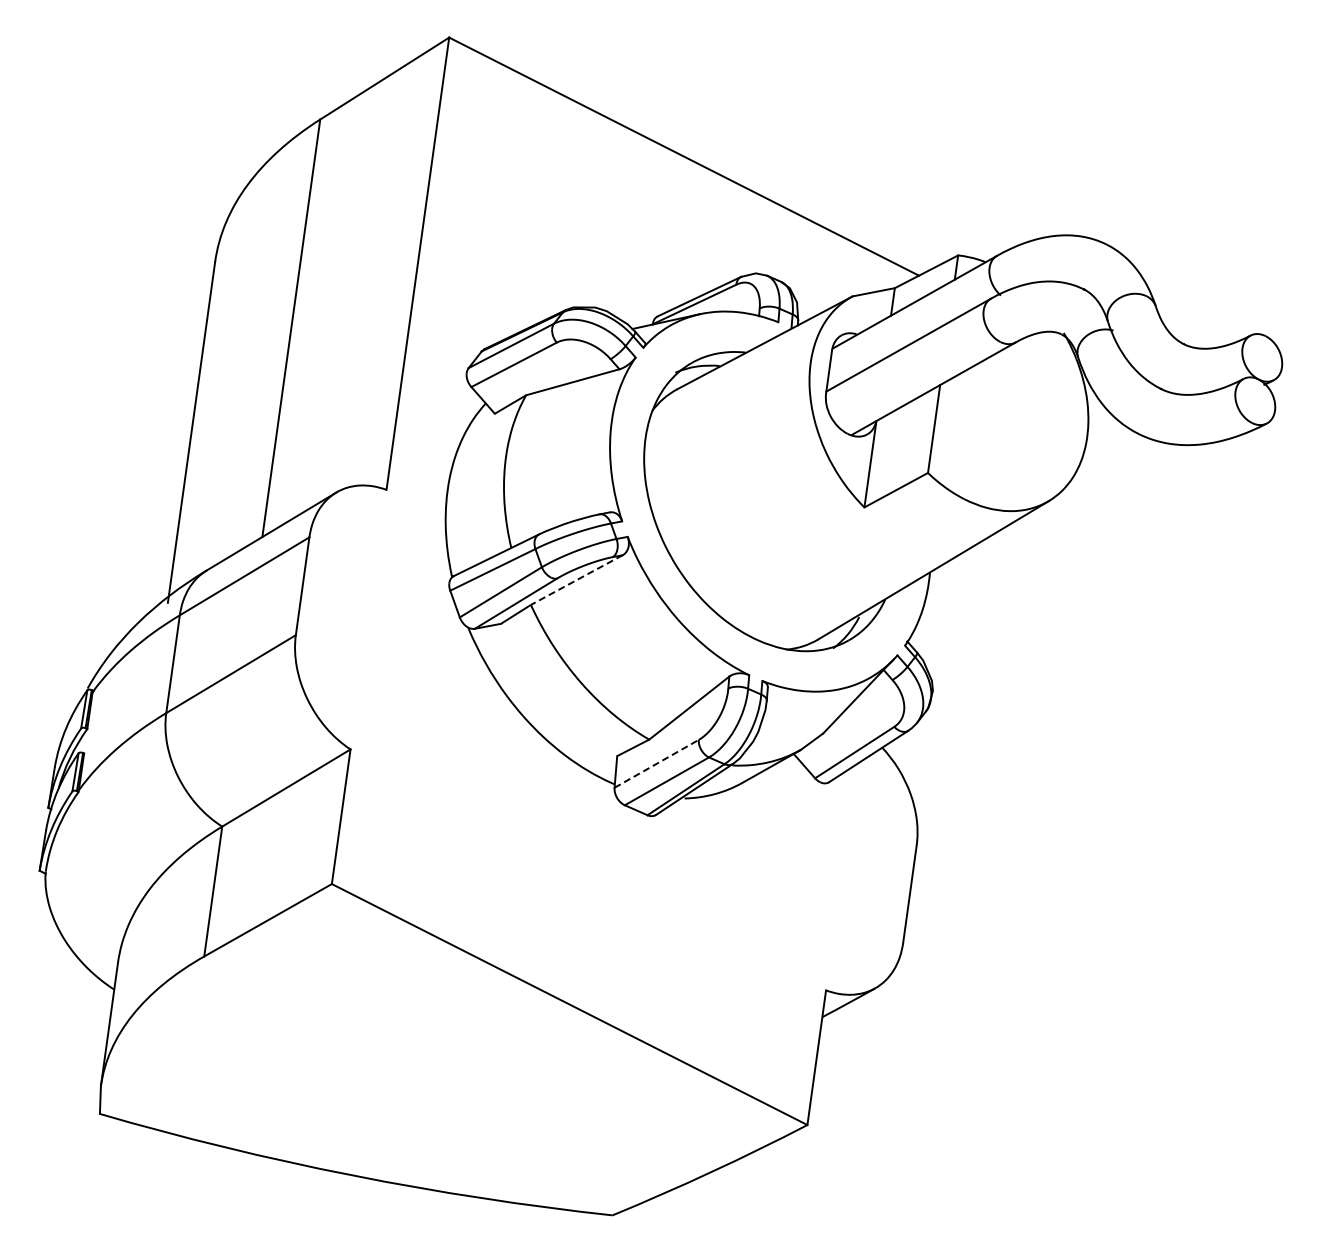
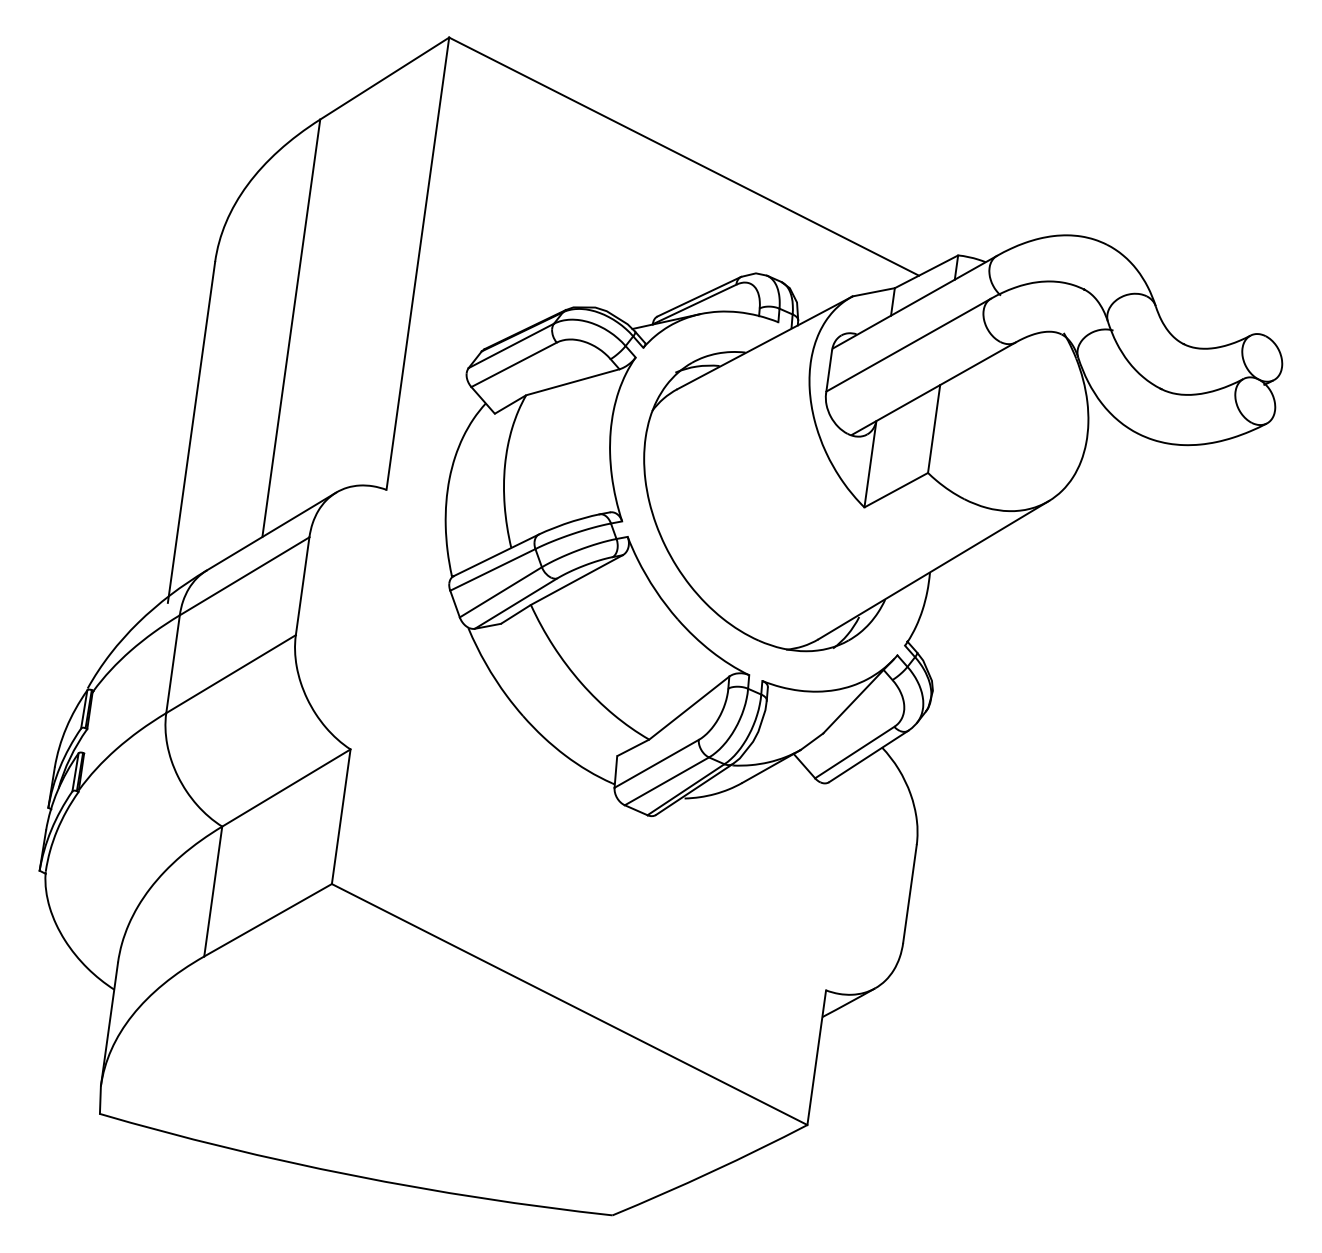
line at (576, 580): dashed -> solid
line at (657, 763): dashed -> solid
